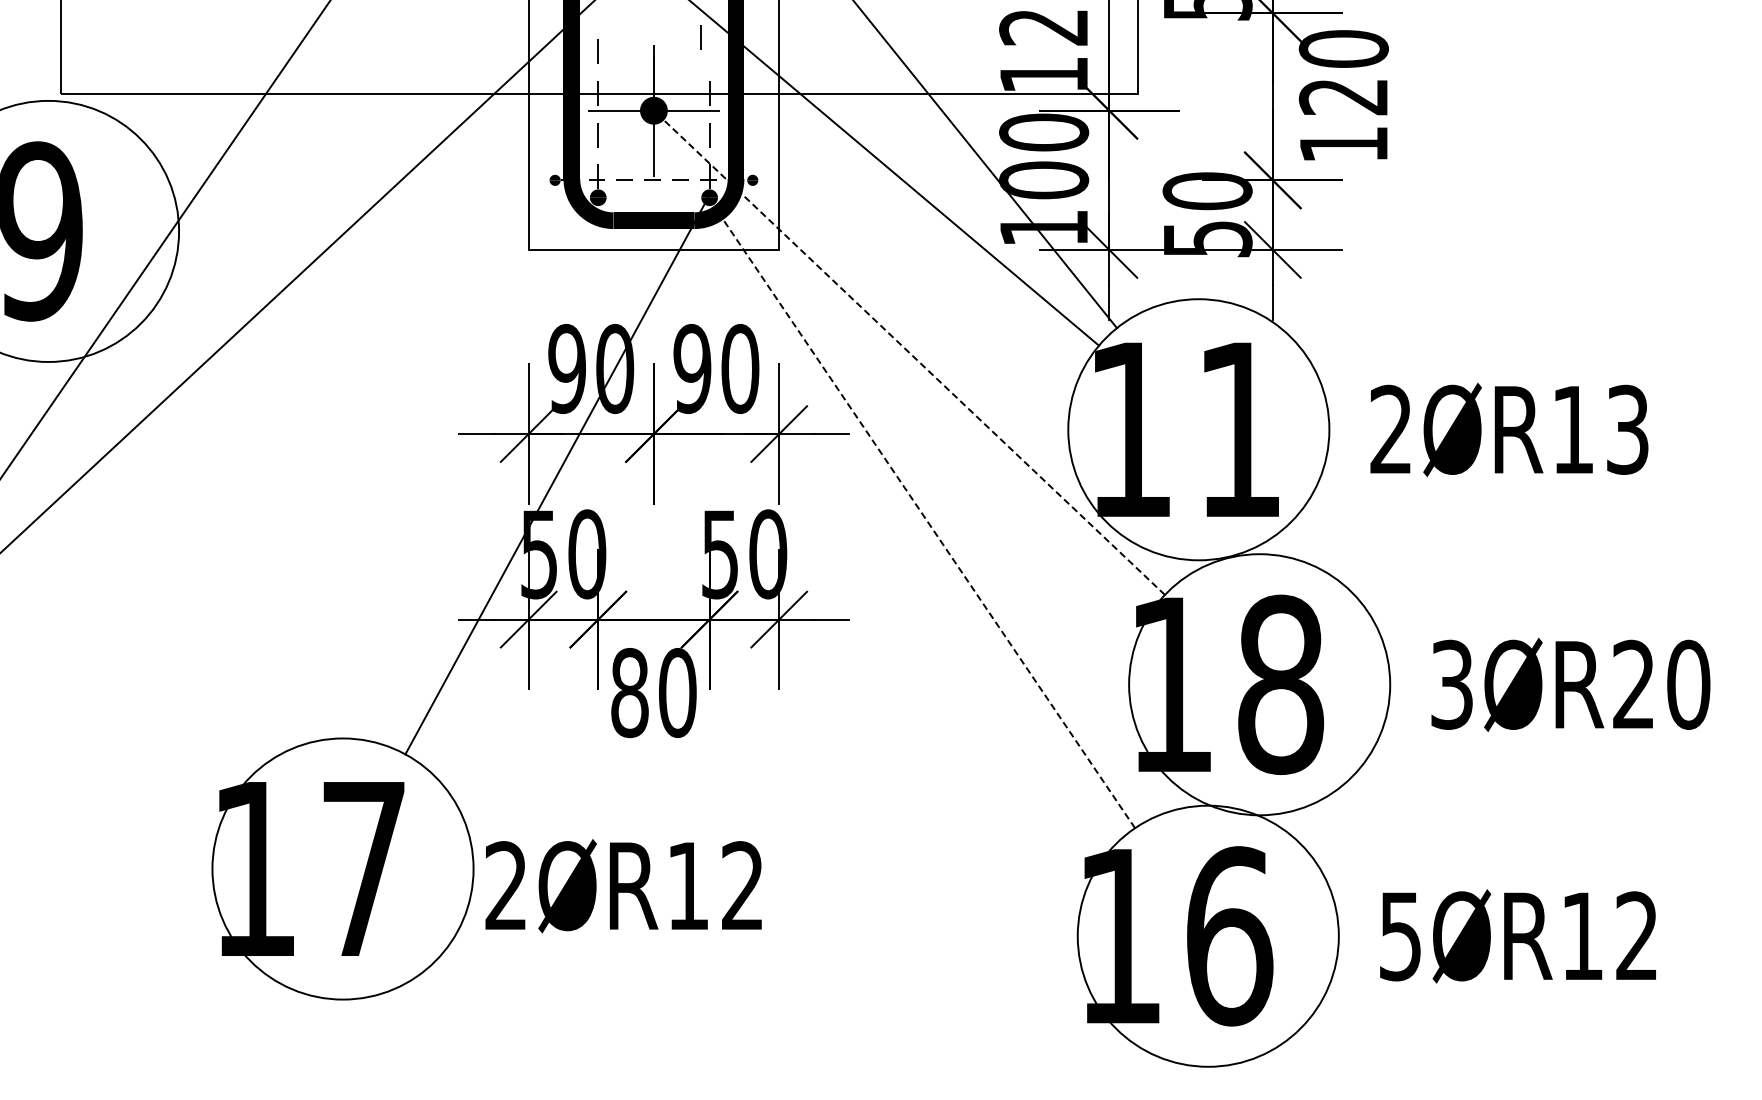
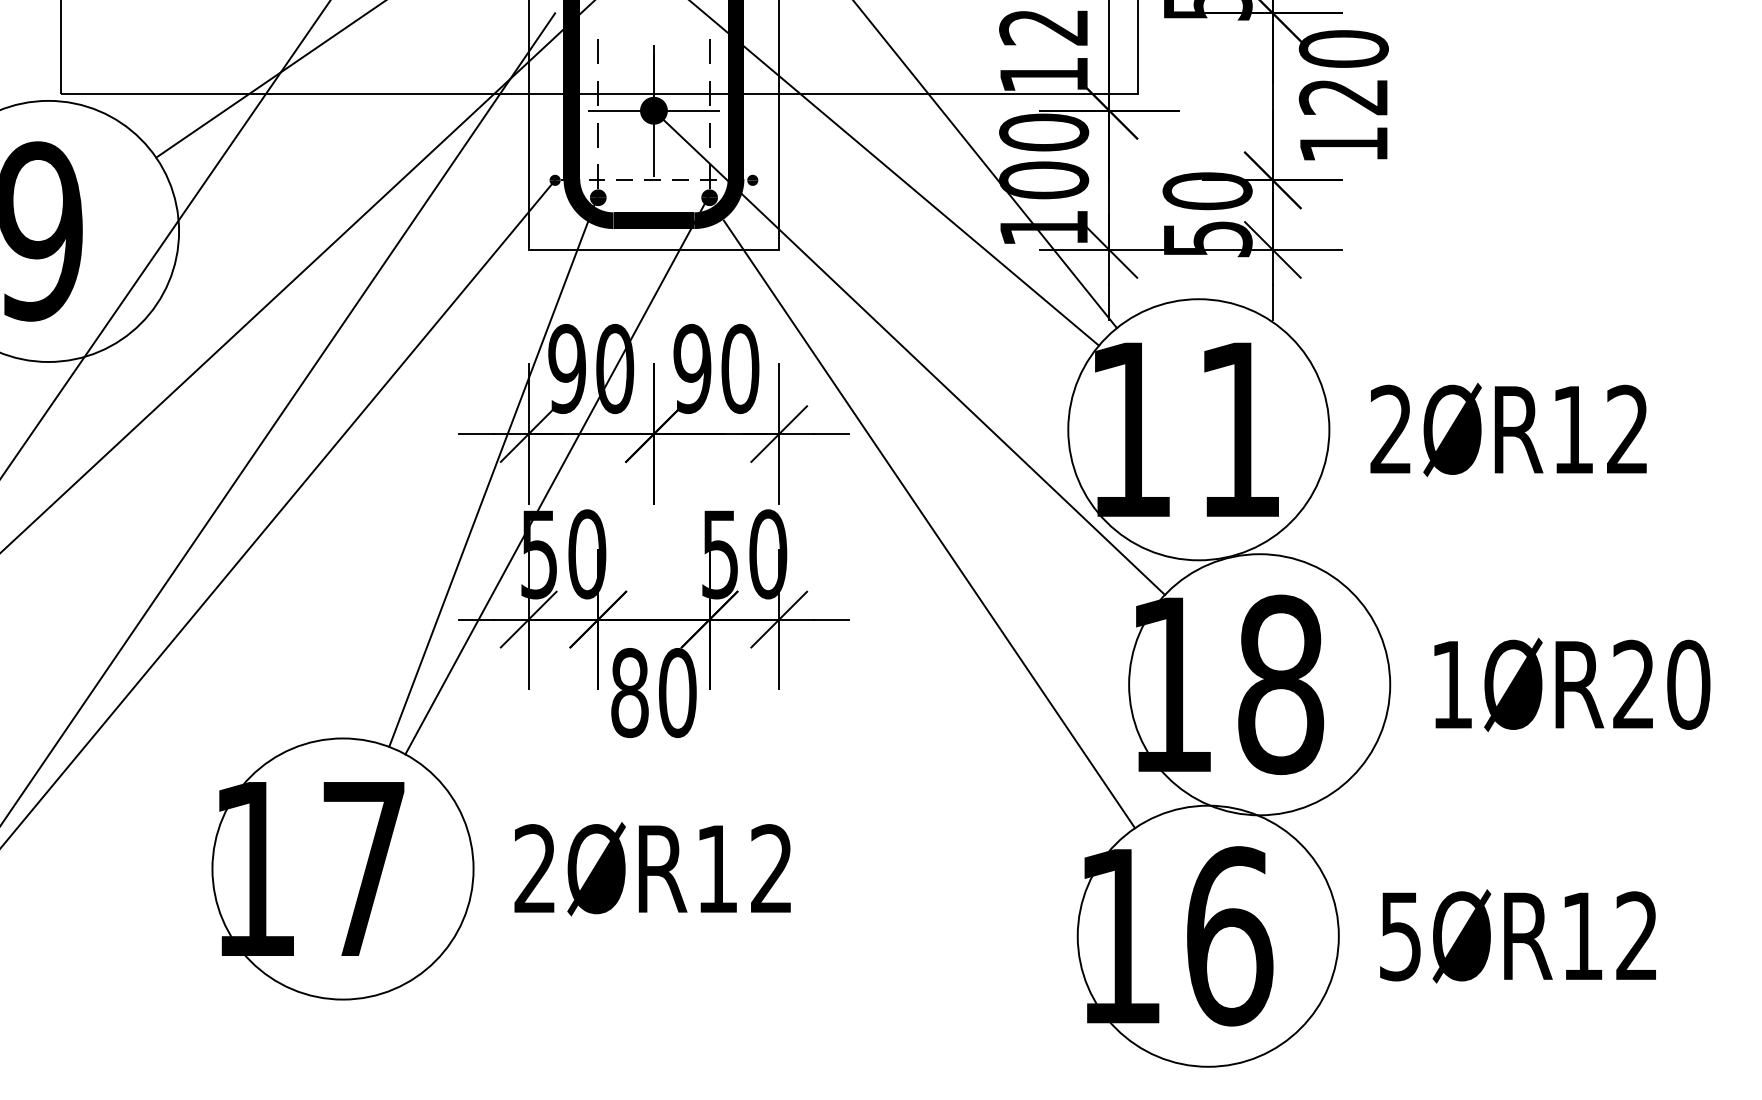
line at (700, 37) position: (700, 37) -> (709, 51)
line at (269, 79): none -> present
line at (909, 352): dashed -> solid
line at (278, 418): none -> present
text at (1627, 429): 2ØR13 -> 2ØR12
line at (493, 470): none -> present
line at (278, 513): none -> present
line at (929, 524): dashed -> solid
text at (1451, 684): 3ØR20 -> 1ØR20
text at (623, 886) position: (623, 886) -> (652, 869)
